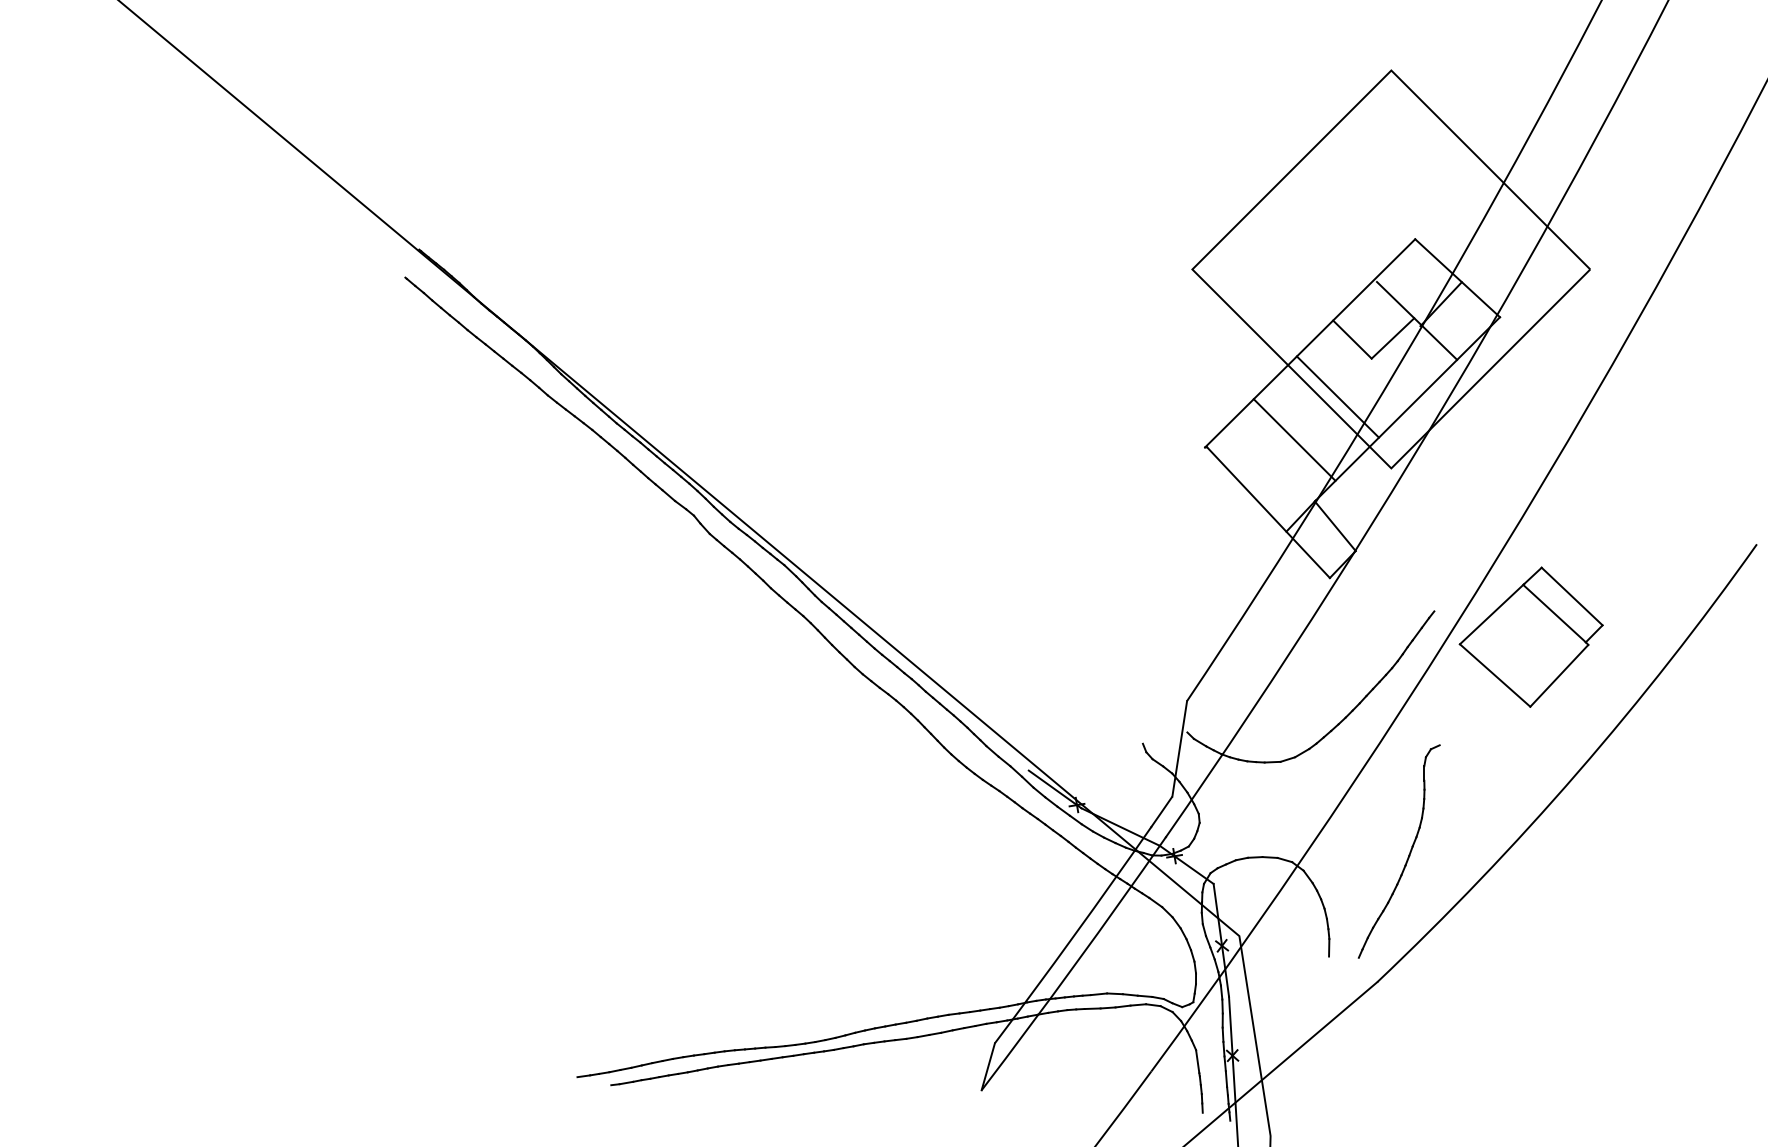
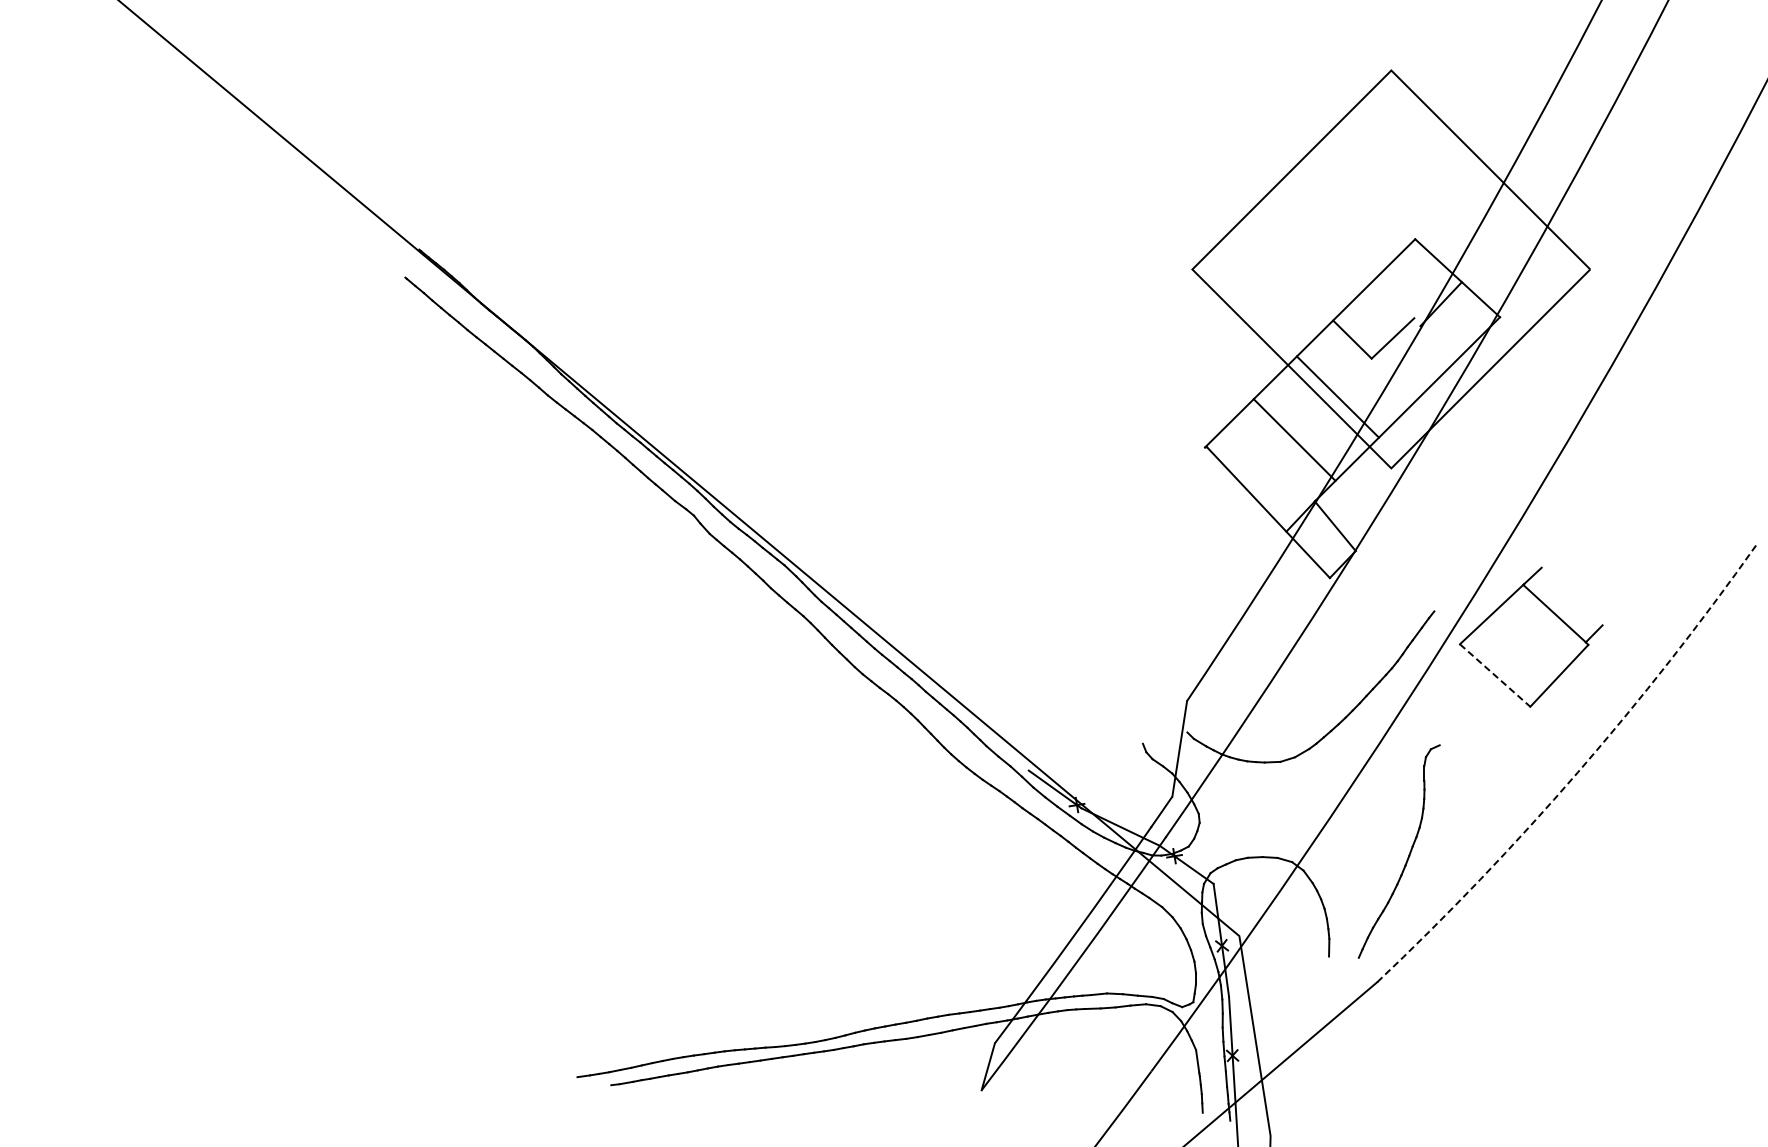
line at (1416, 320): present -> none
line at (1571, 596): present -> none
line at (1495, 675): solid -> dashed
arc at (1577, 772): solid -> dashed
